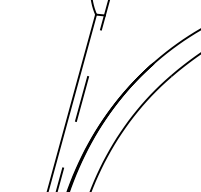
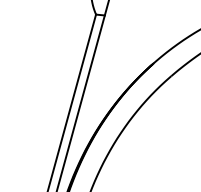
line at (82, 96): dashed -> solid
